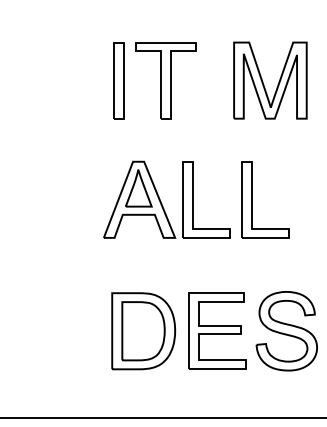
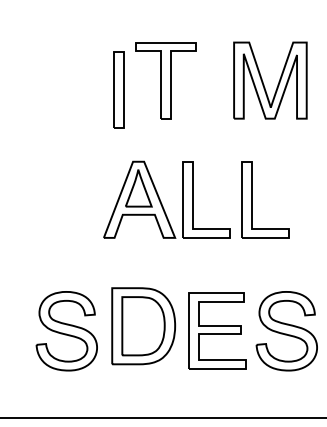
part at (118, 80) position: (118, 80) -> (118, 89)
part at (66, 331): none -> present
part at (143, 331) position: (143, 331) -> (143, 326)
